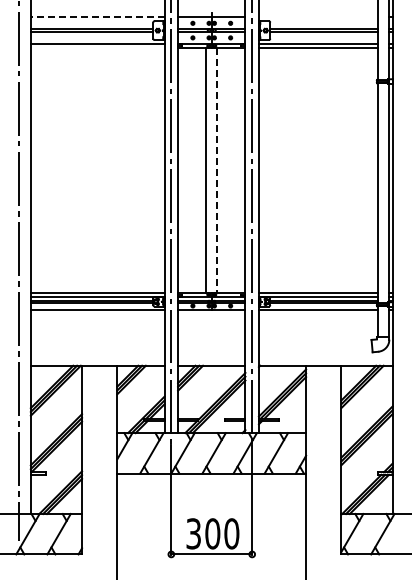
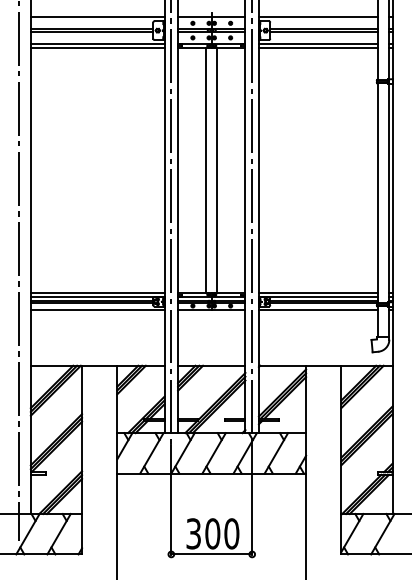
line at (97, 17): dashed -> solid
line at (317, 17): none -> present
line at (97, 48): none -> present
line at (217, 170): dashed -> solid
